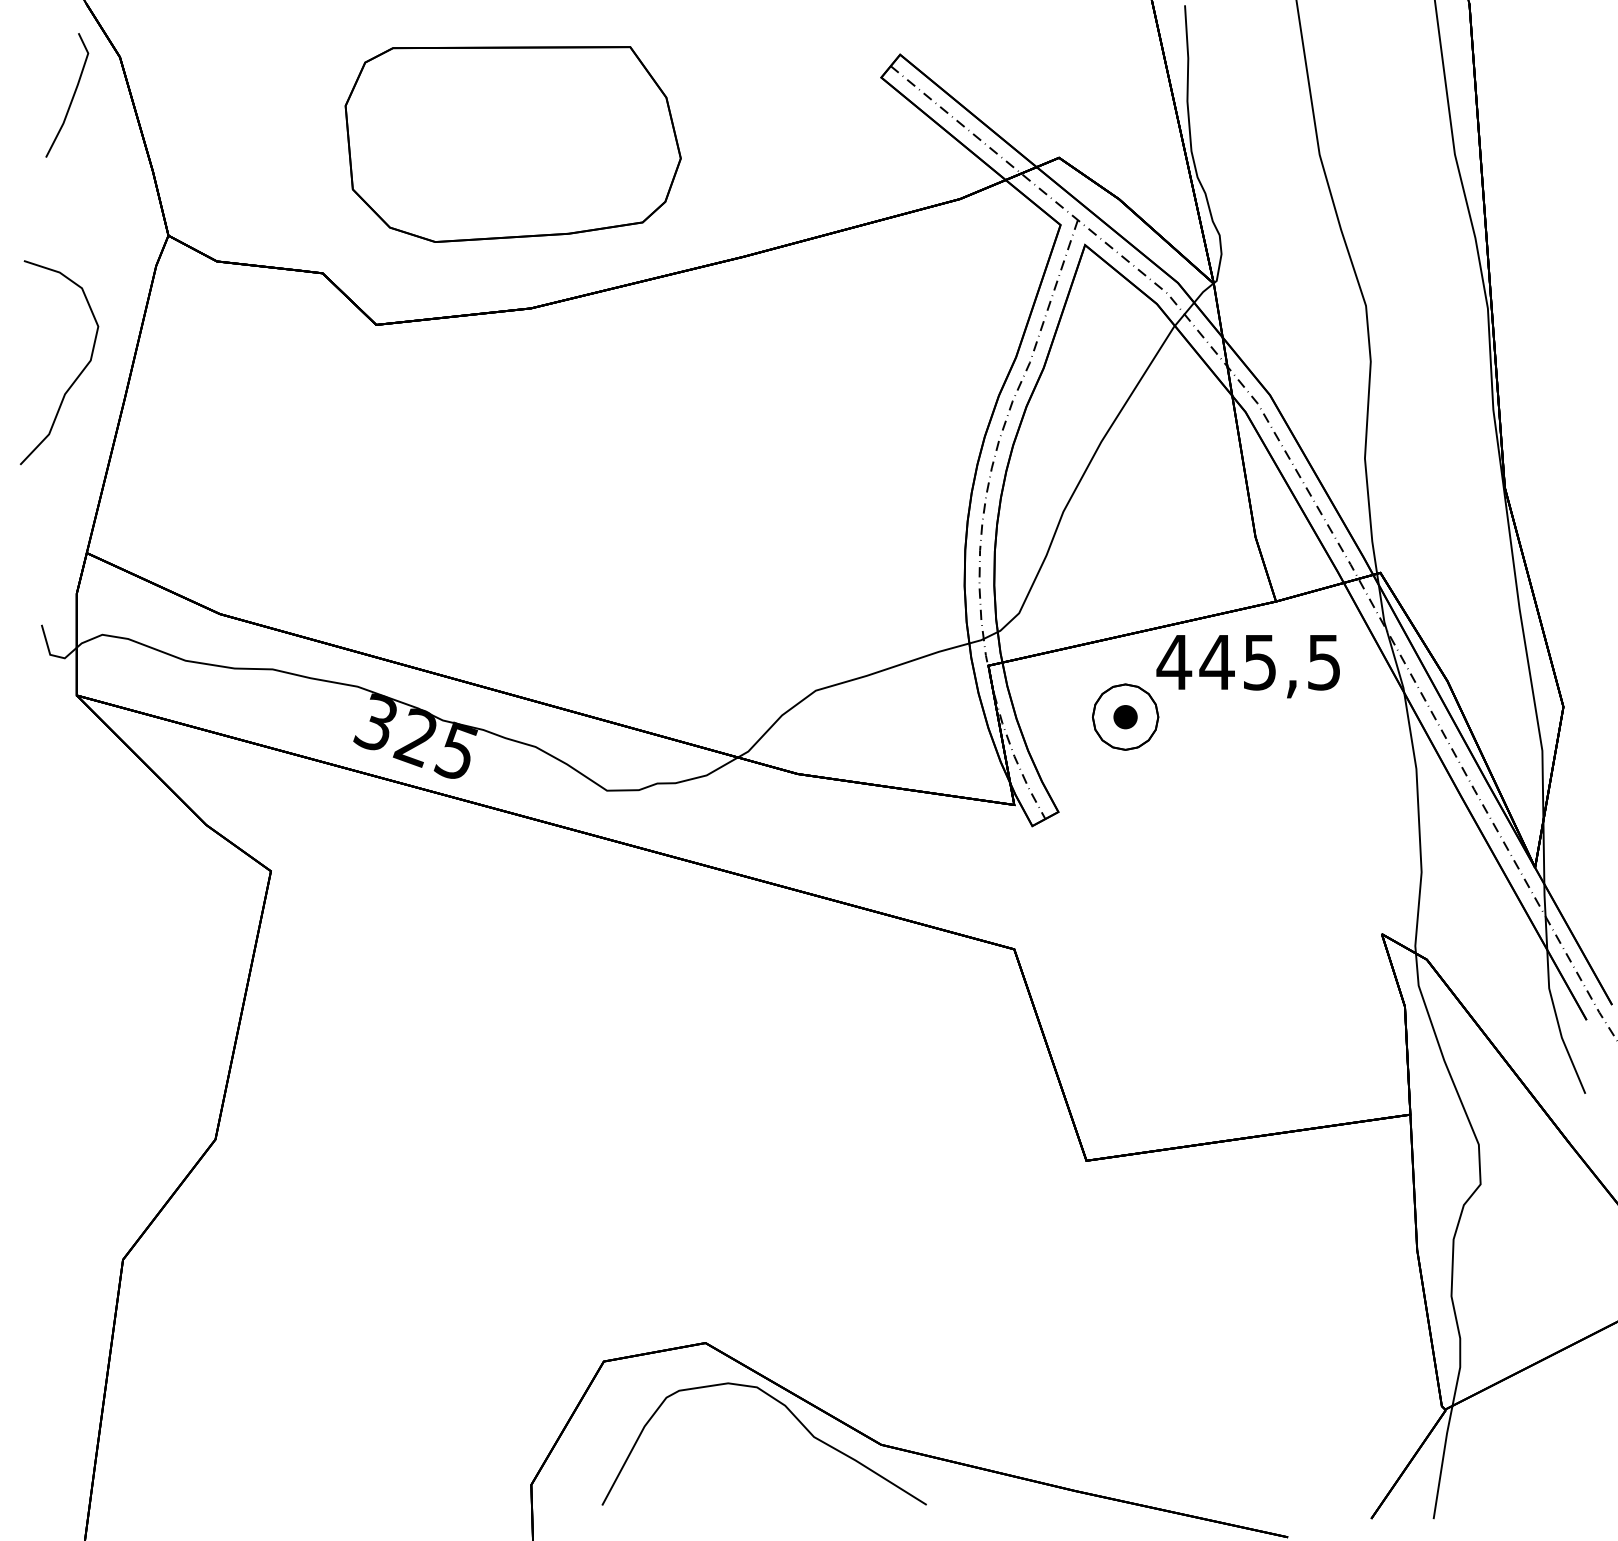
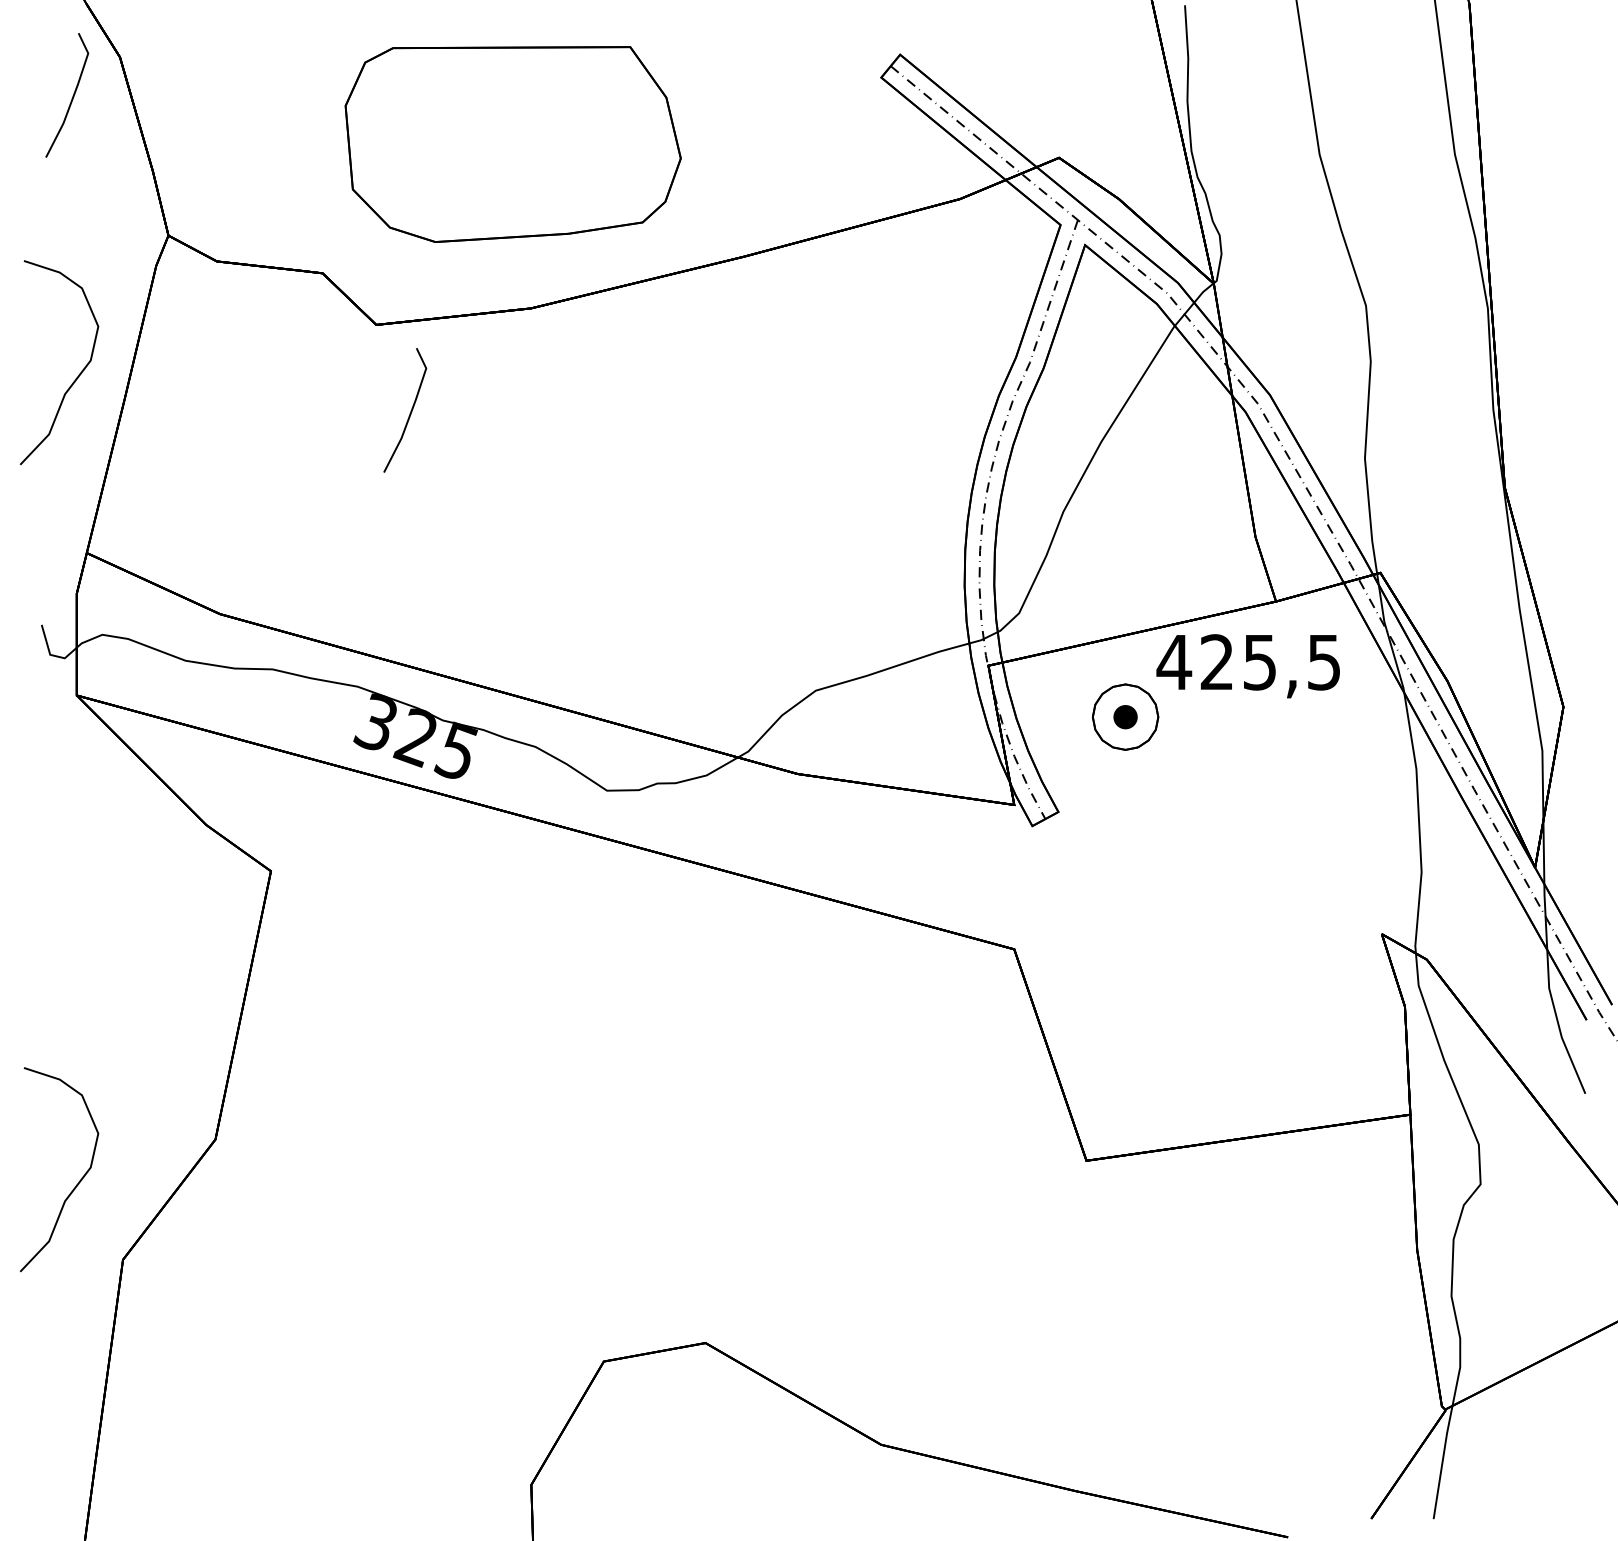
line at (410, 410): none -> present
text at (1216, 661): 445,5 -> 425,5
curve at (78, 1181): none -> present
curve at (792, 1415): present -> none
